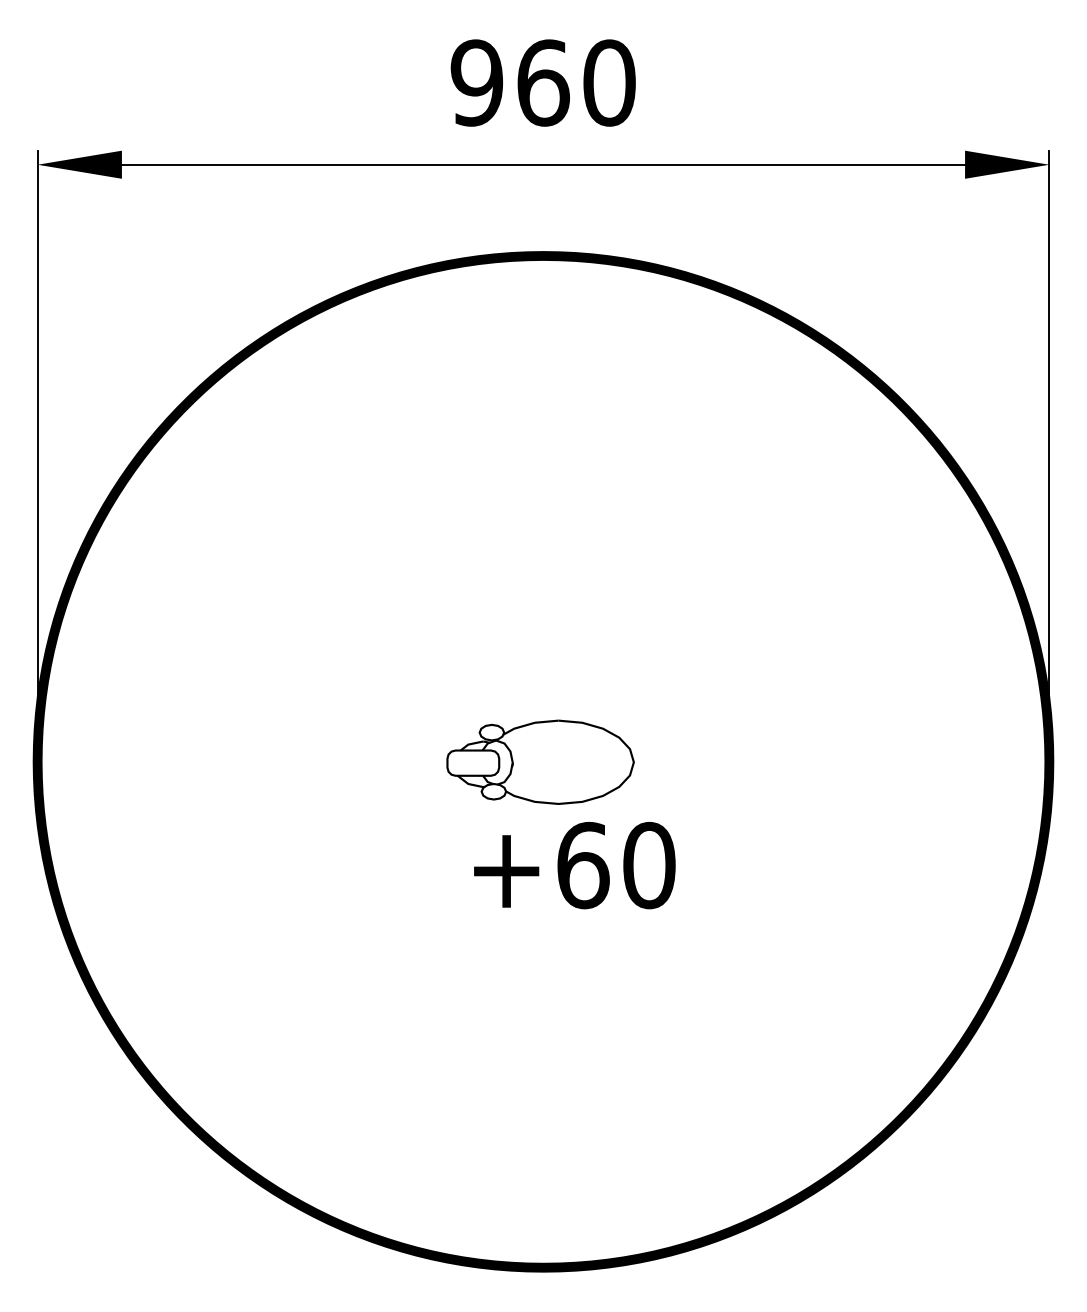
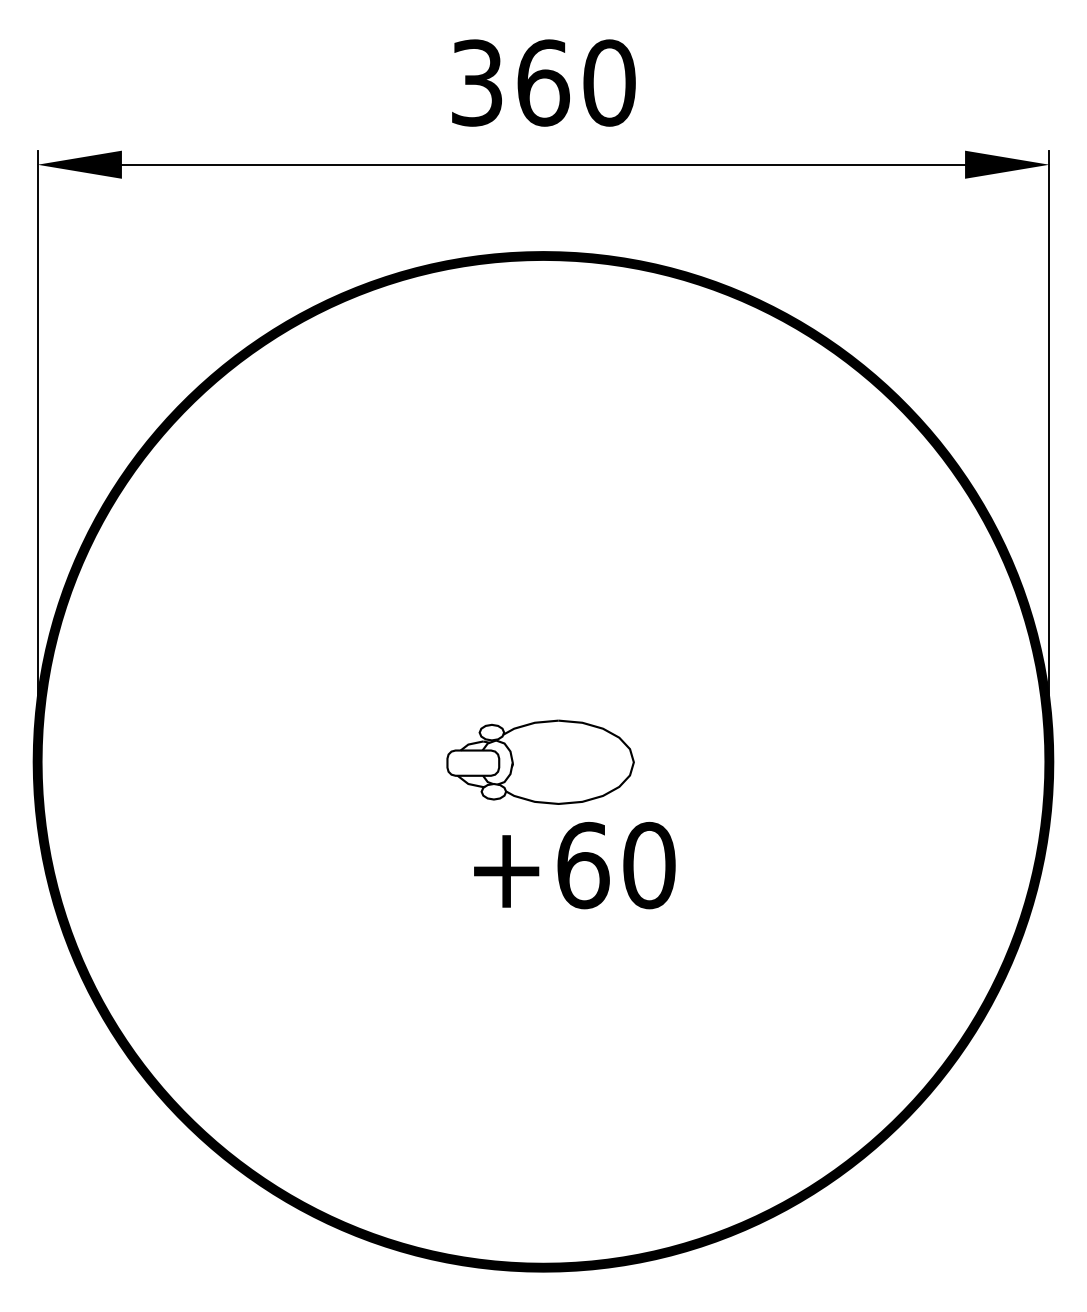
text at (476, 82): 960 -> 360
